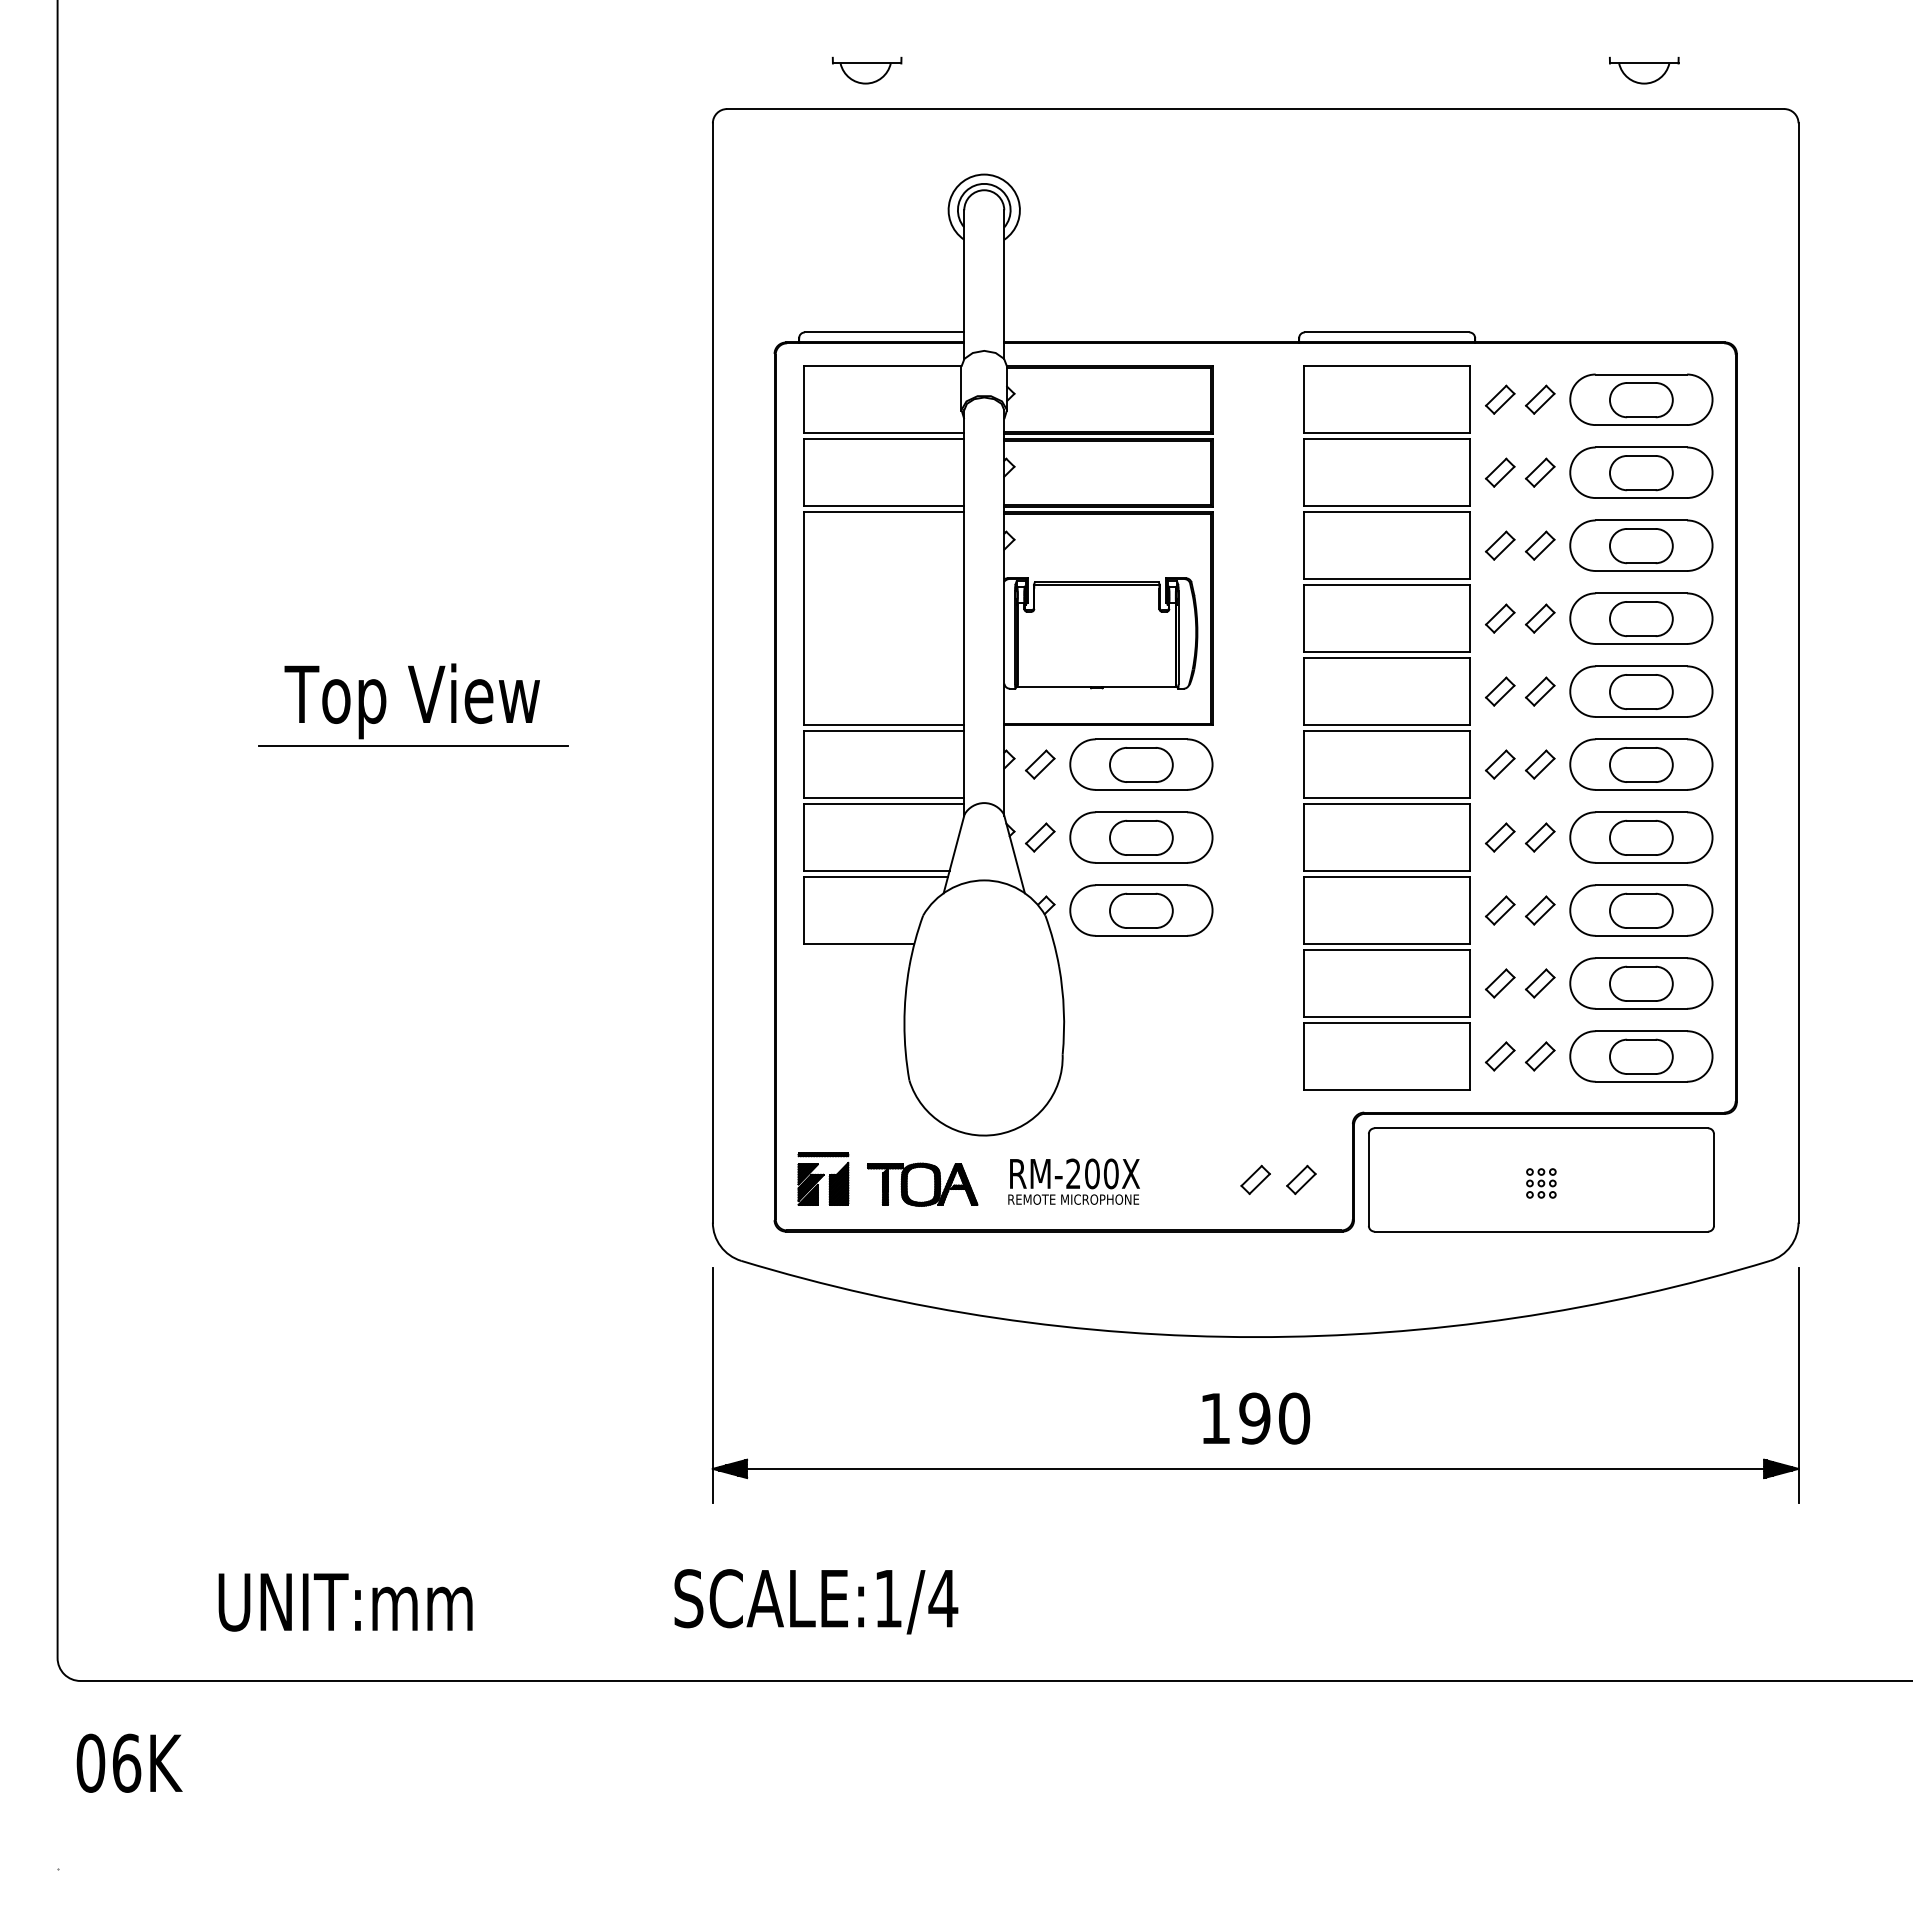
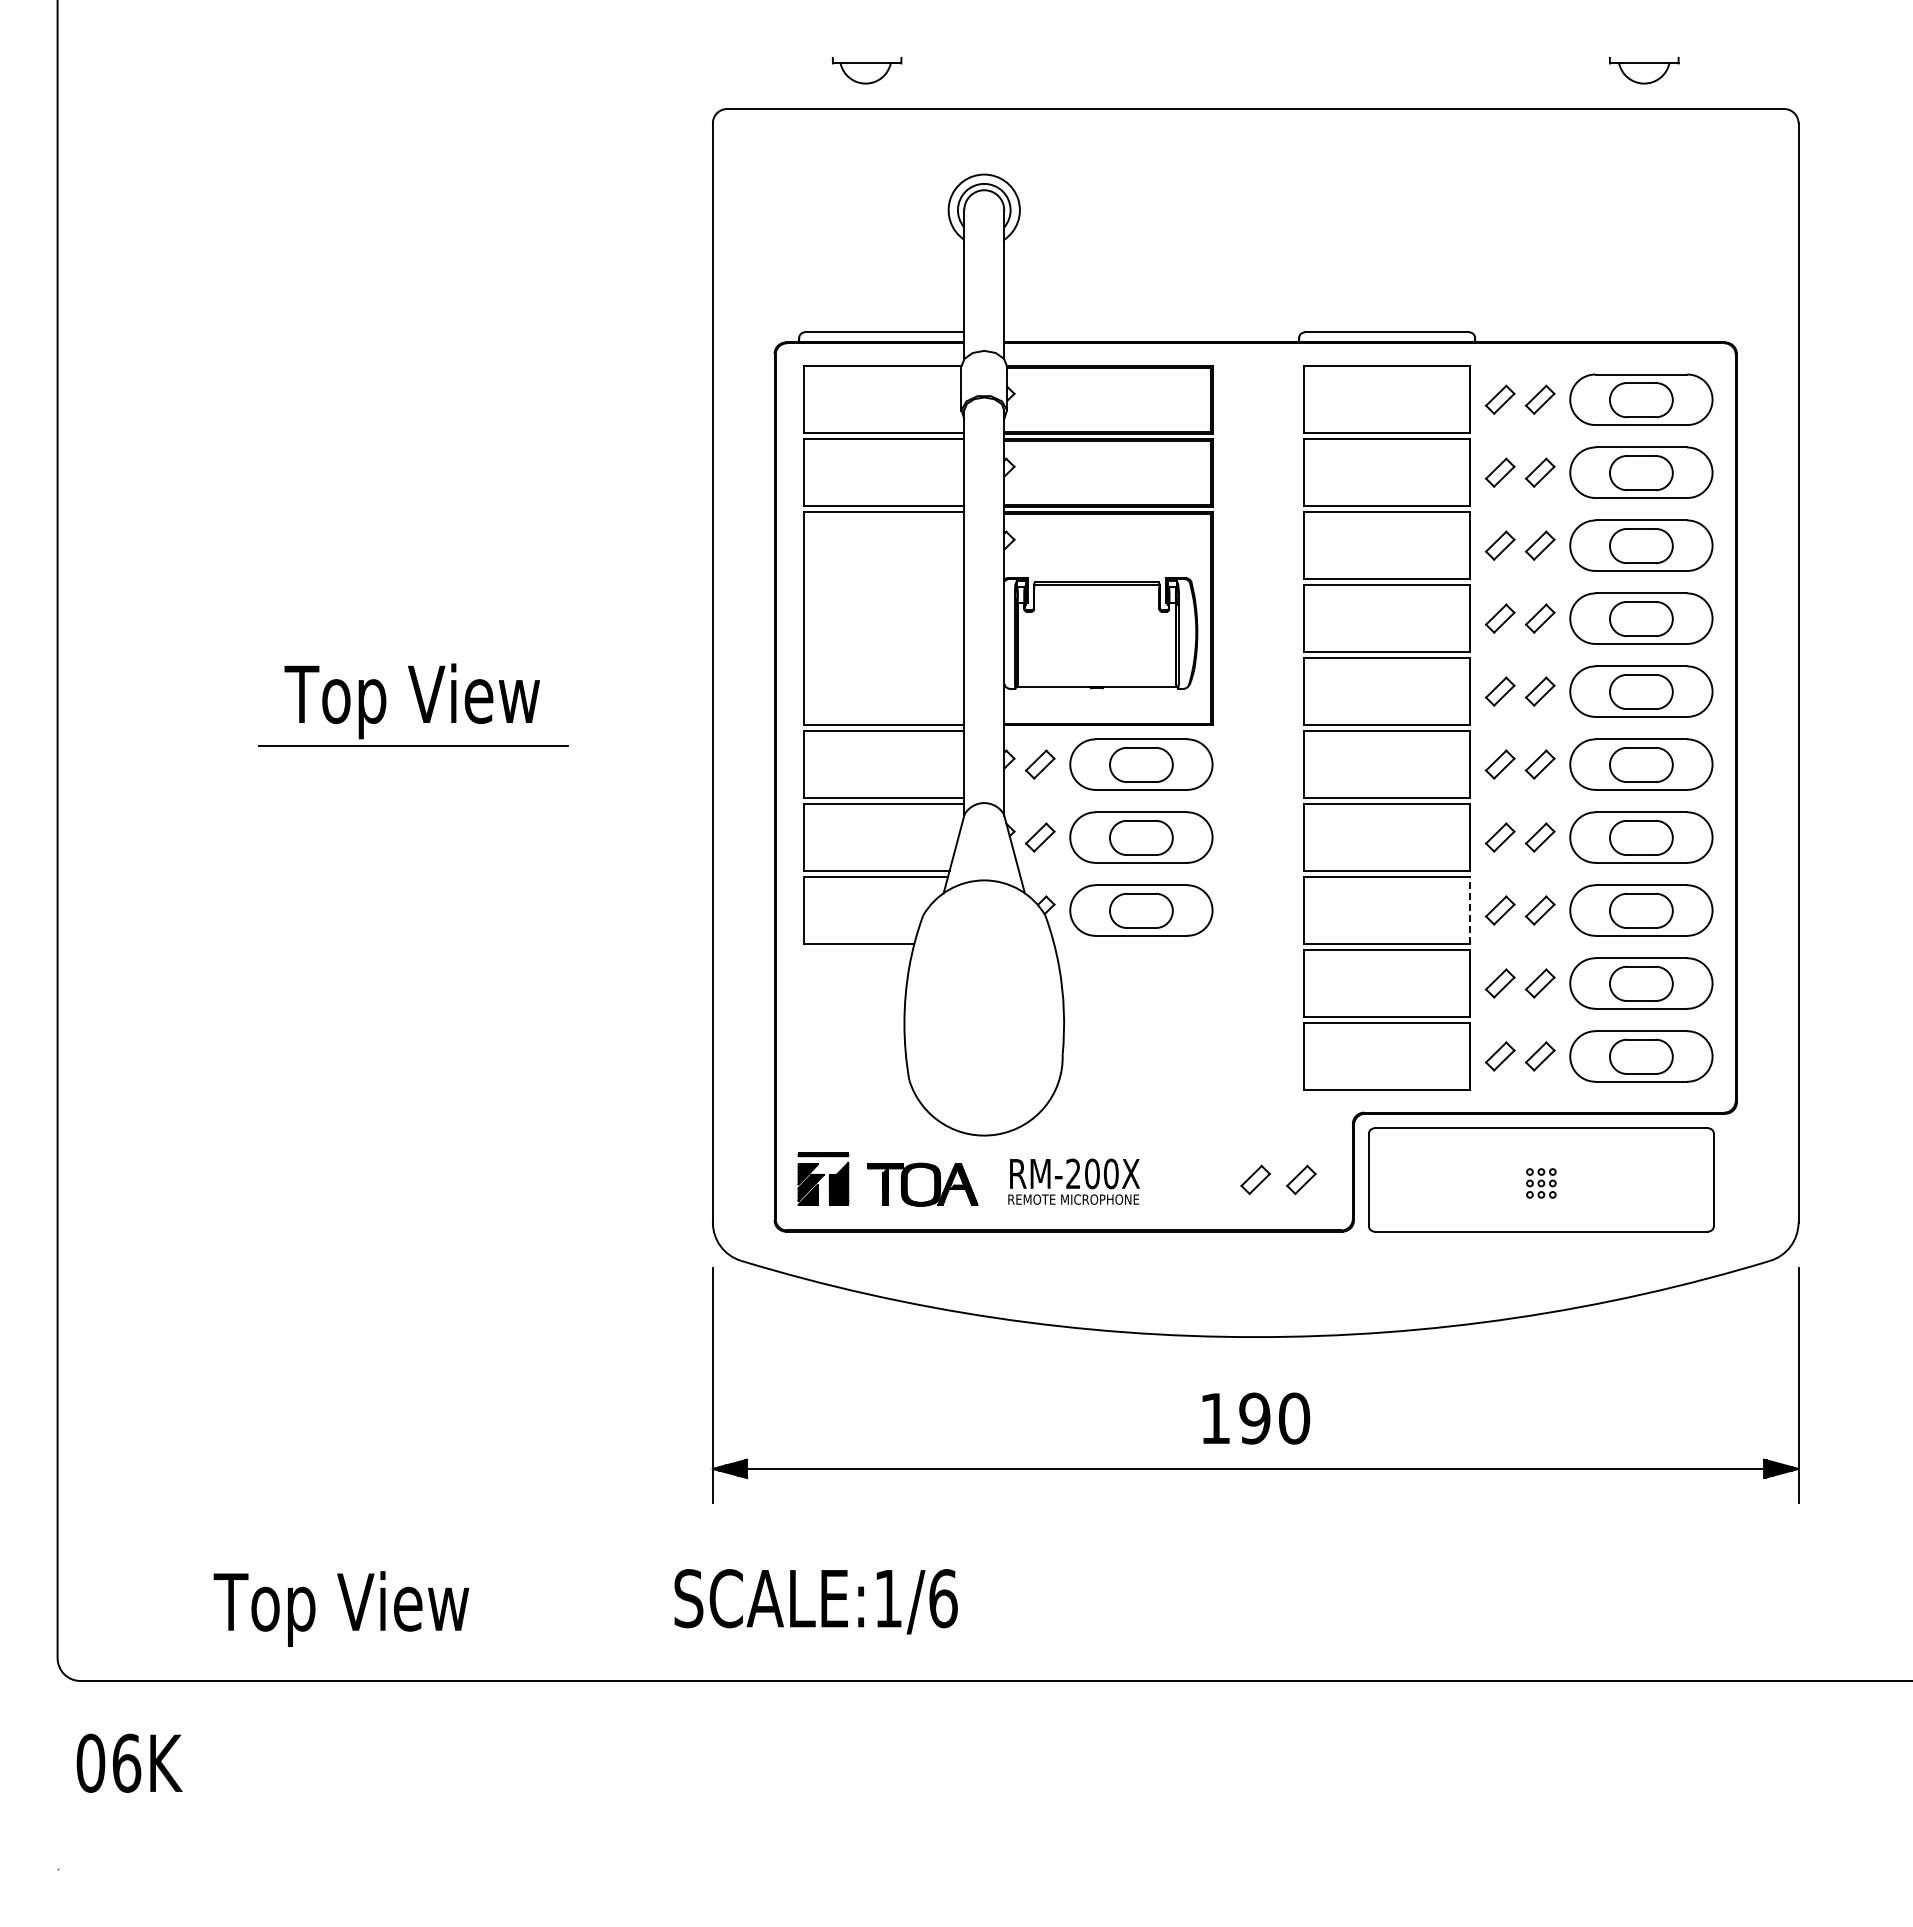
line at (1469, 910): solid -> dashed
text at (943, 1598): SCALE:1/4 -> SCALE:1/6
text at (342, 1608): UNIT:mm -> Top View
